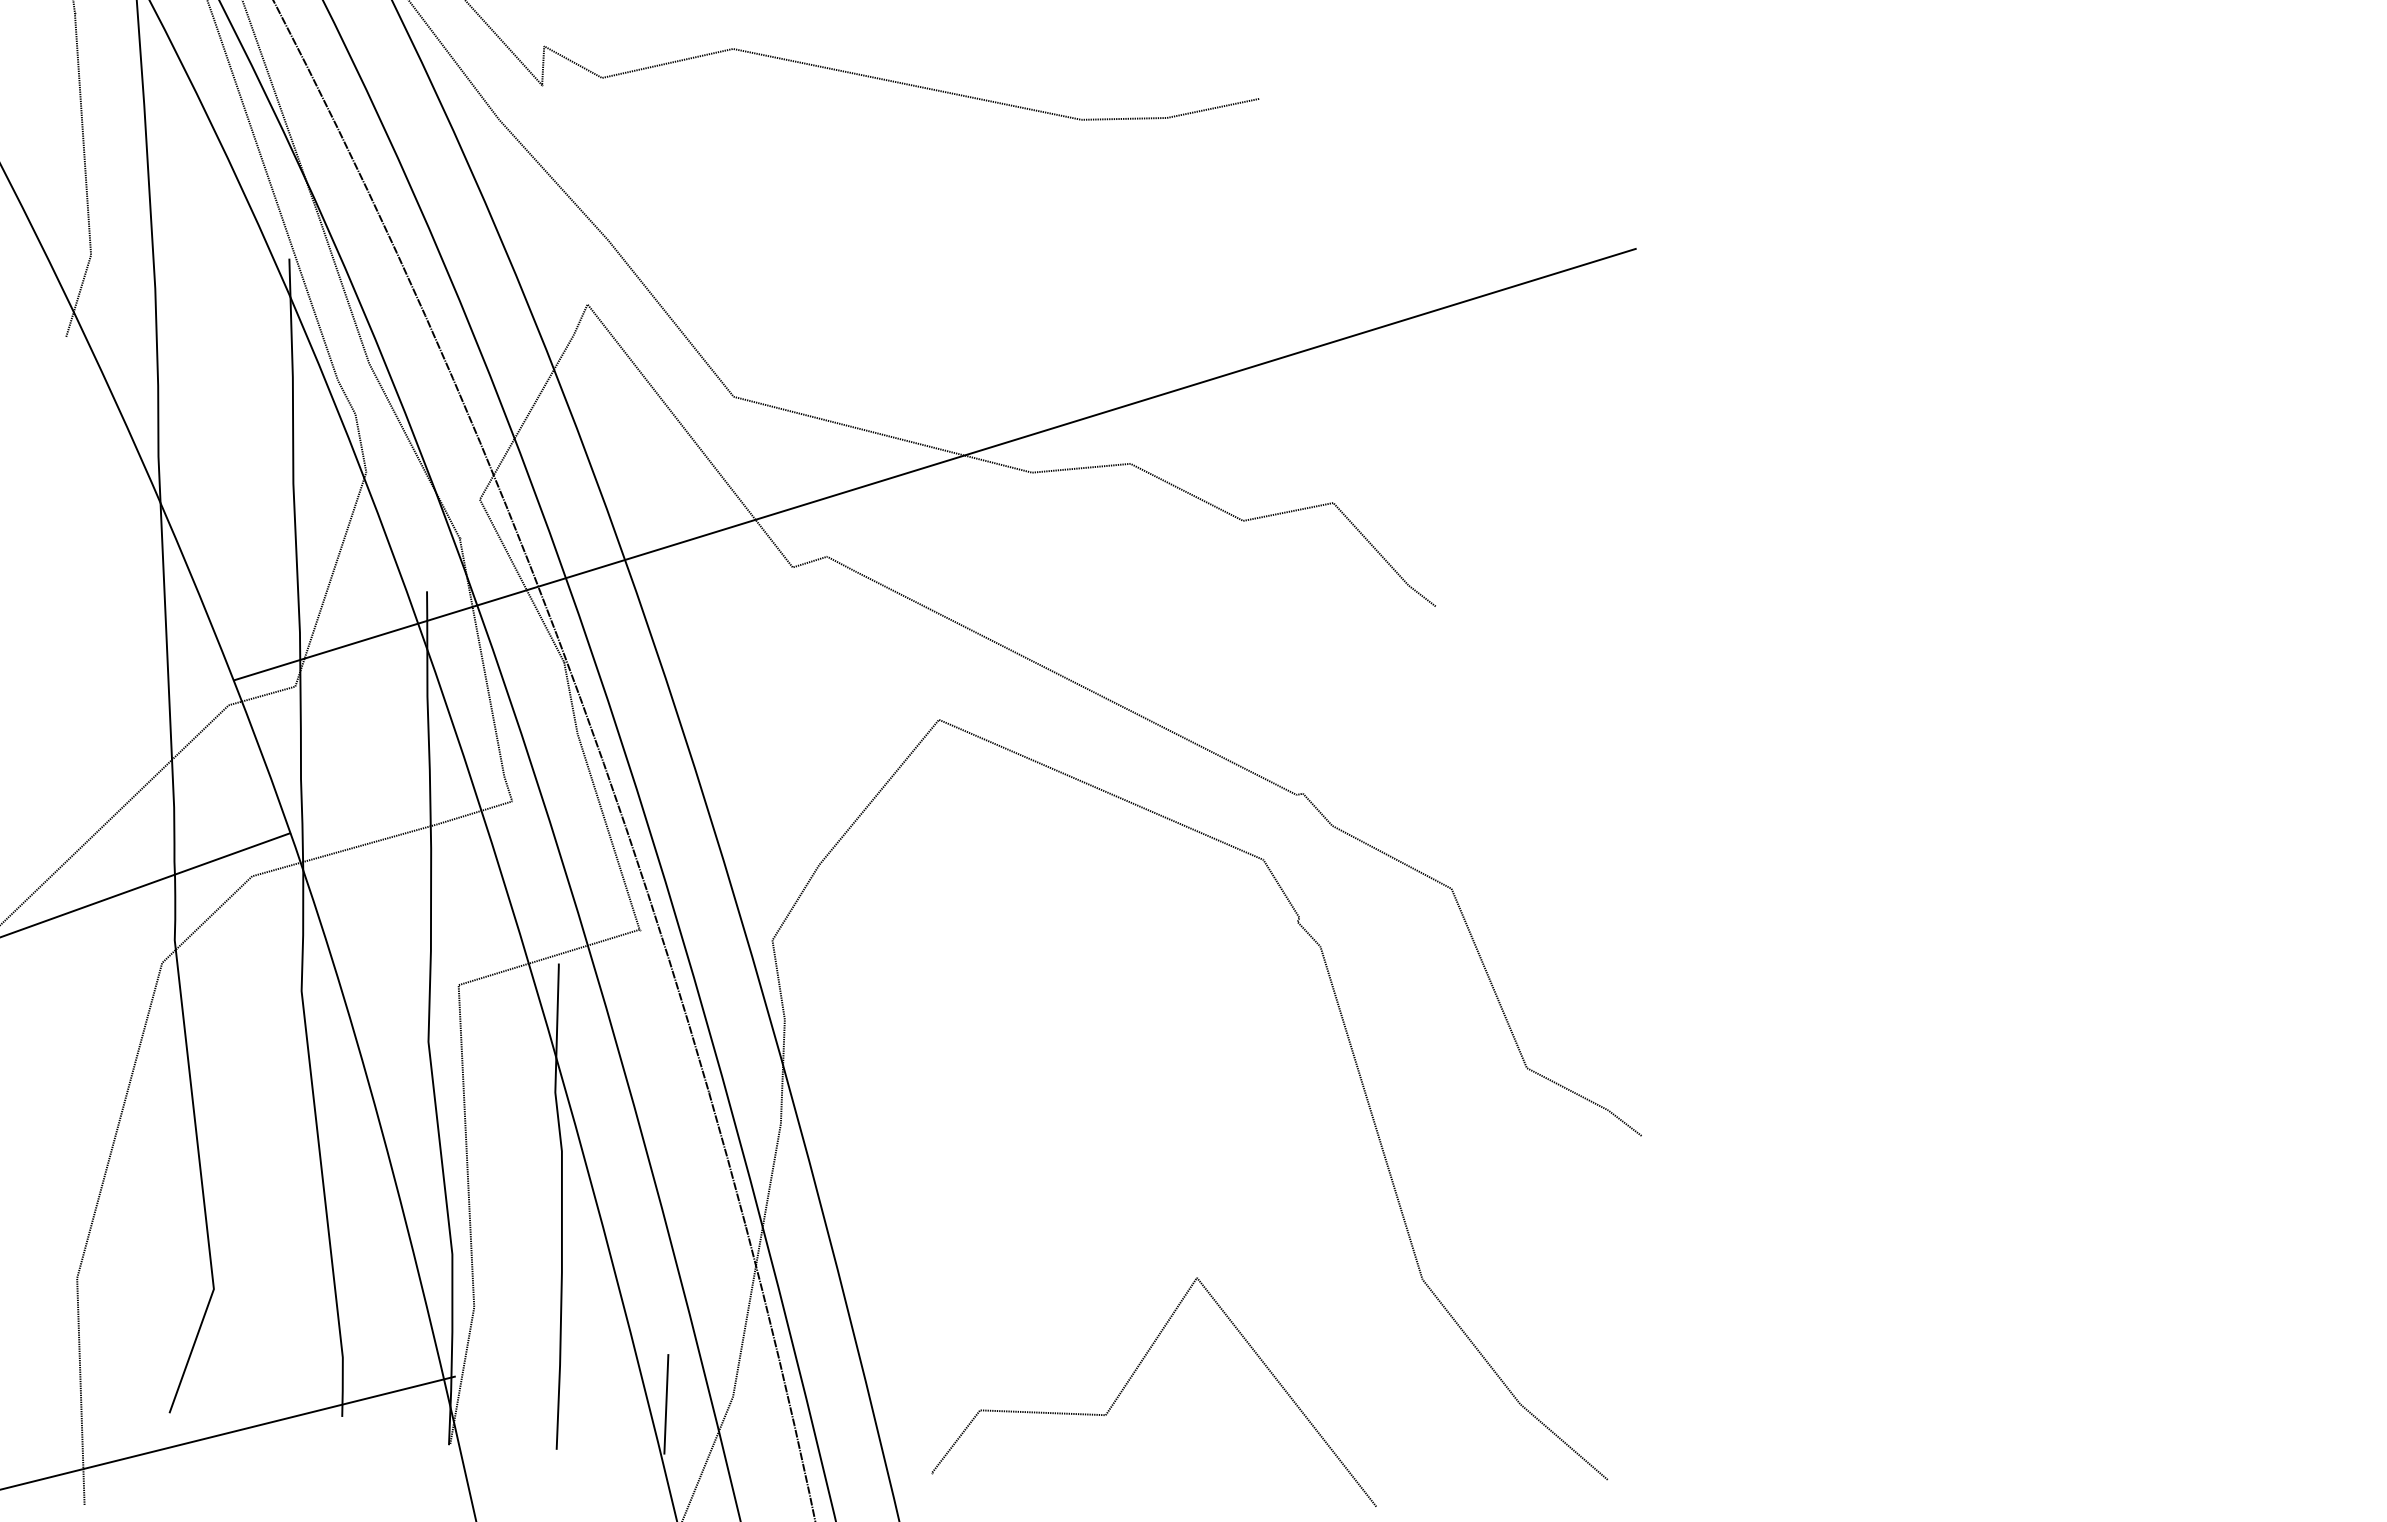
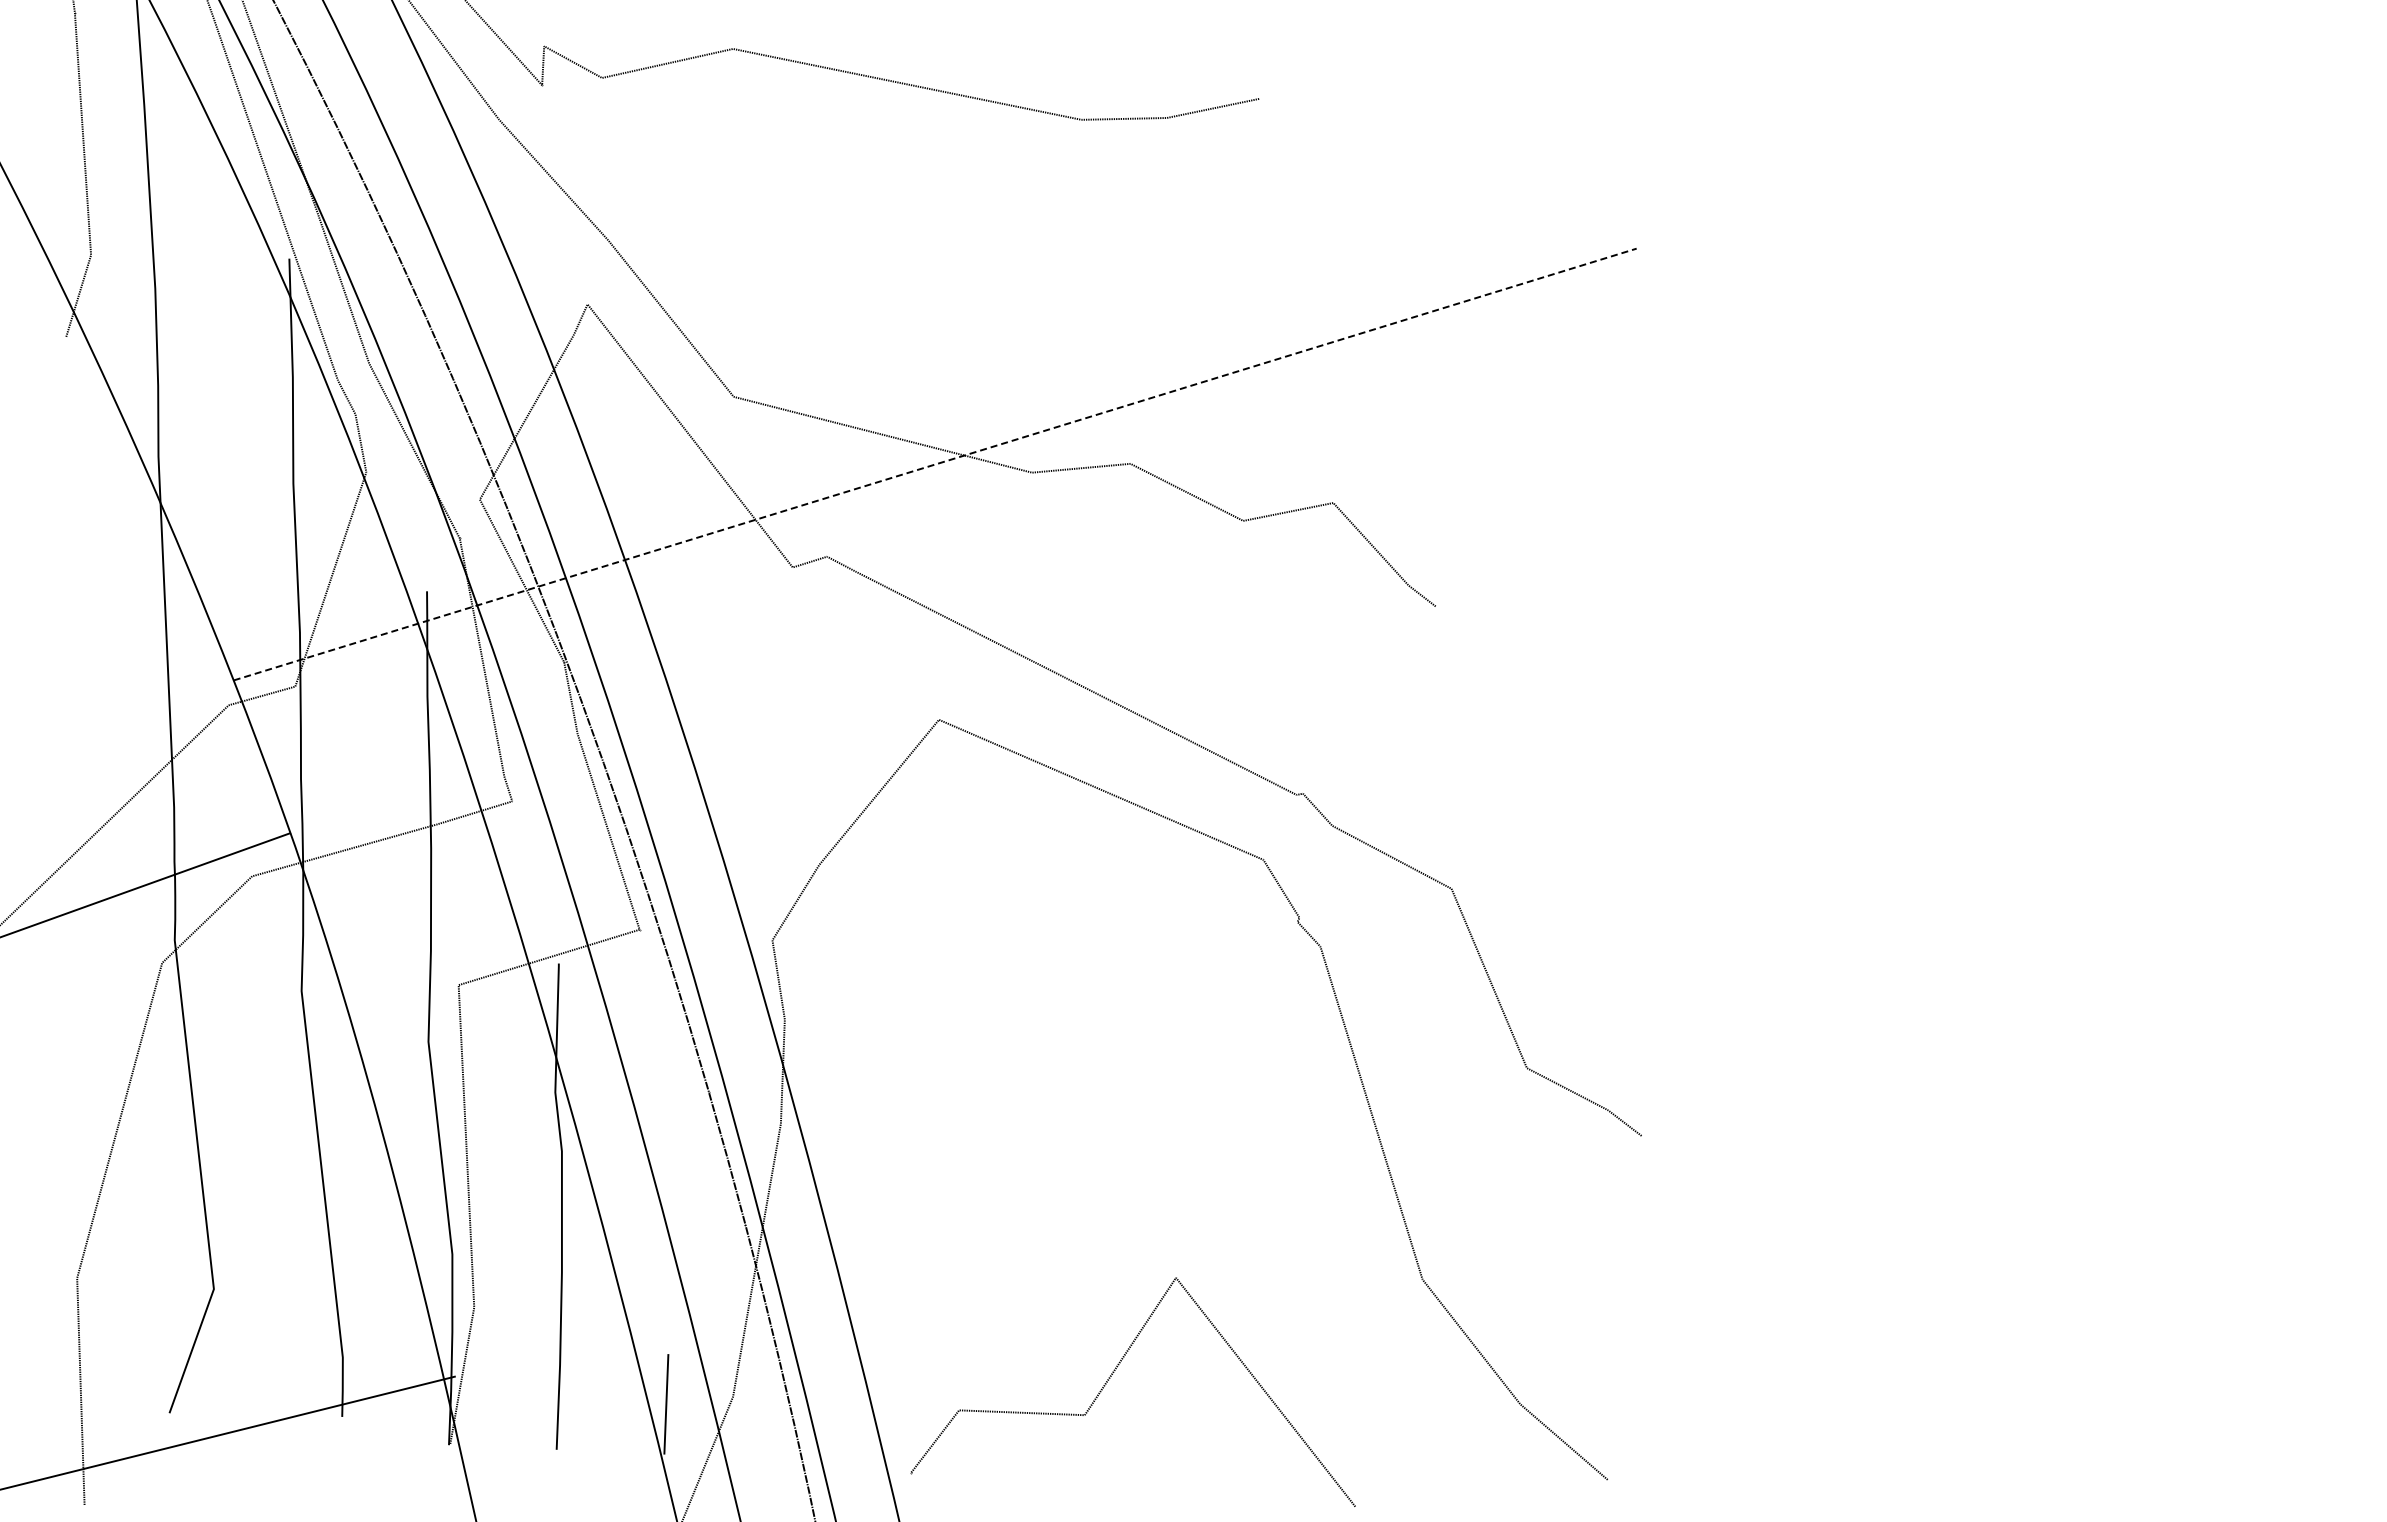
line at (935, 464): solid -> dashed
line at (1131, 1378) position: (1131, 1378) -> (1110, 1378)
